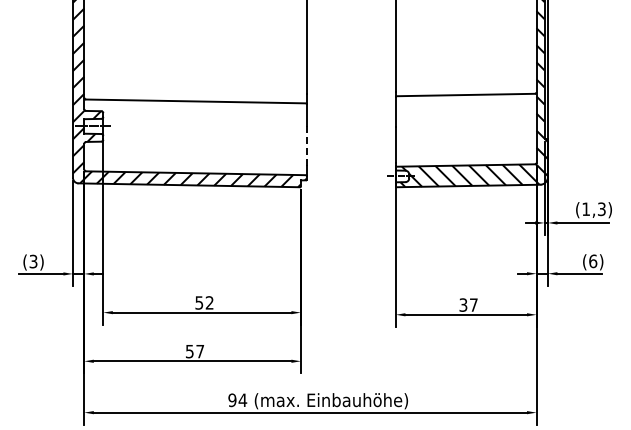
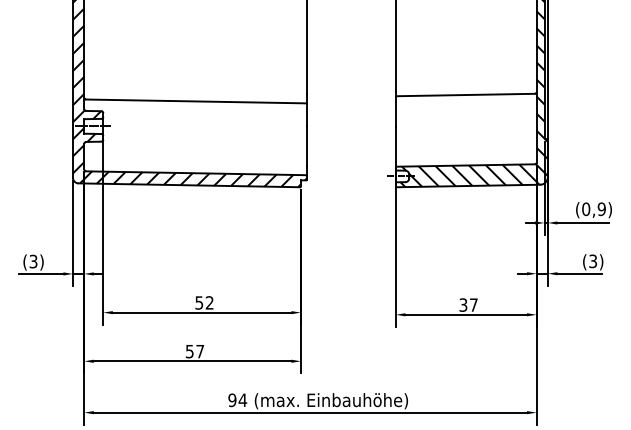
line at (306, 145): dashed -> solid
text at (593, 209): (1,3) -> (0,9)
text at (593, 261): (6) -> (3)
